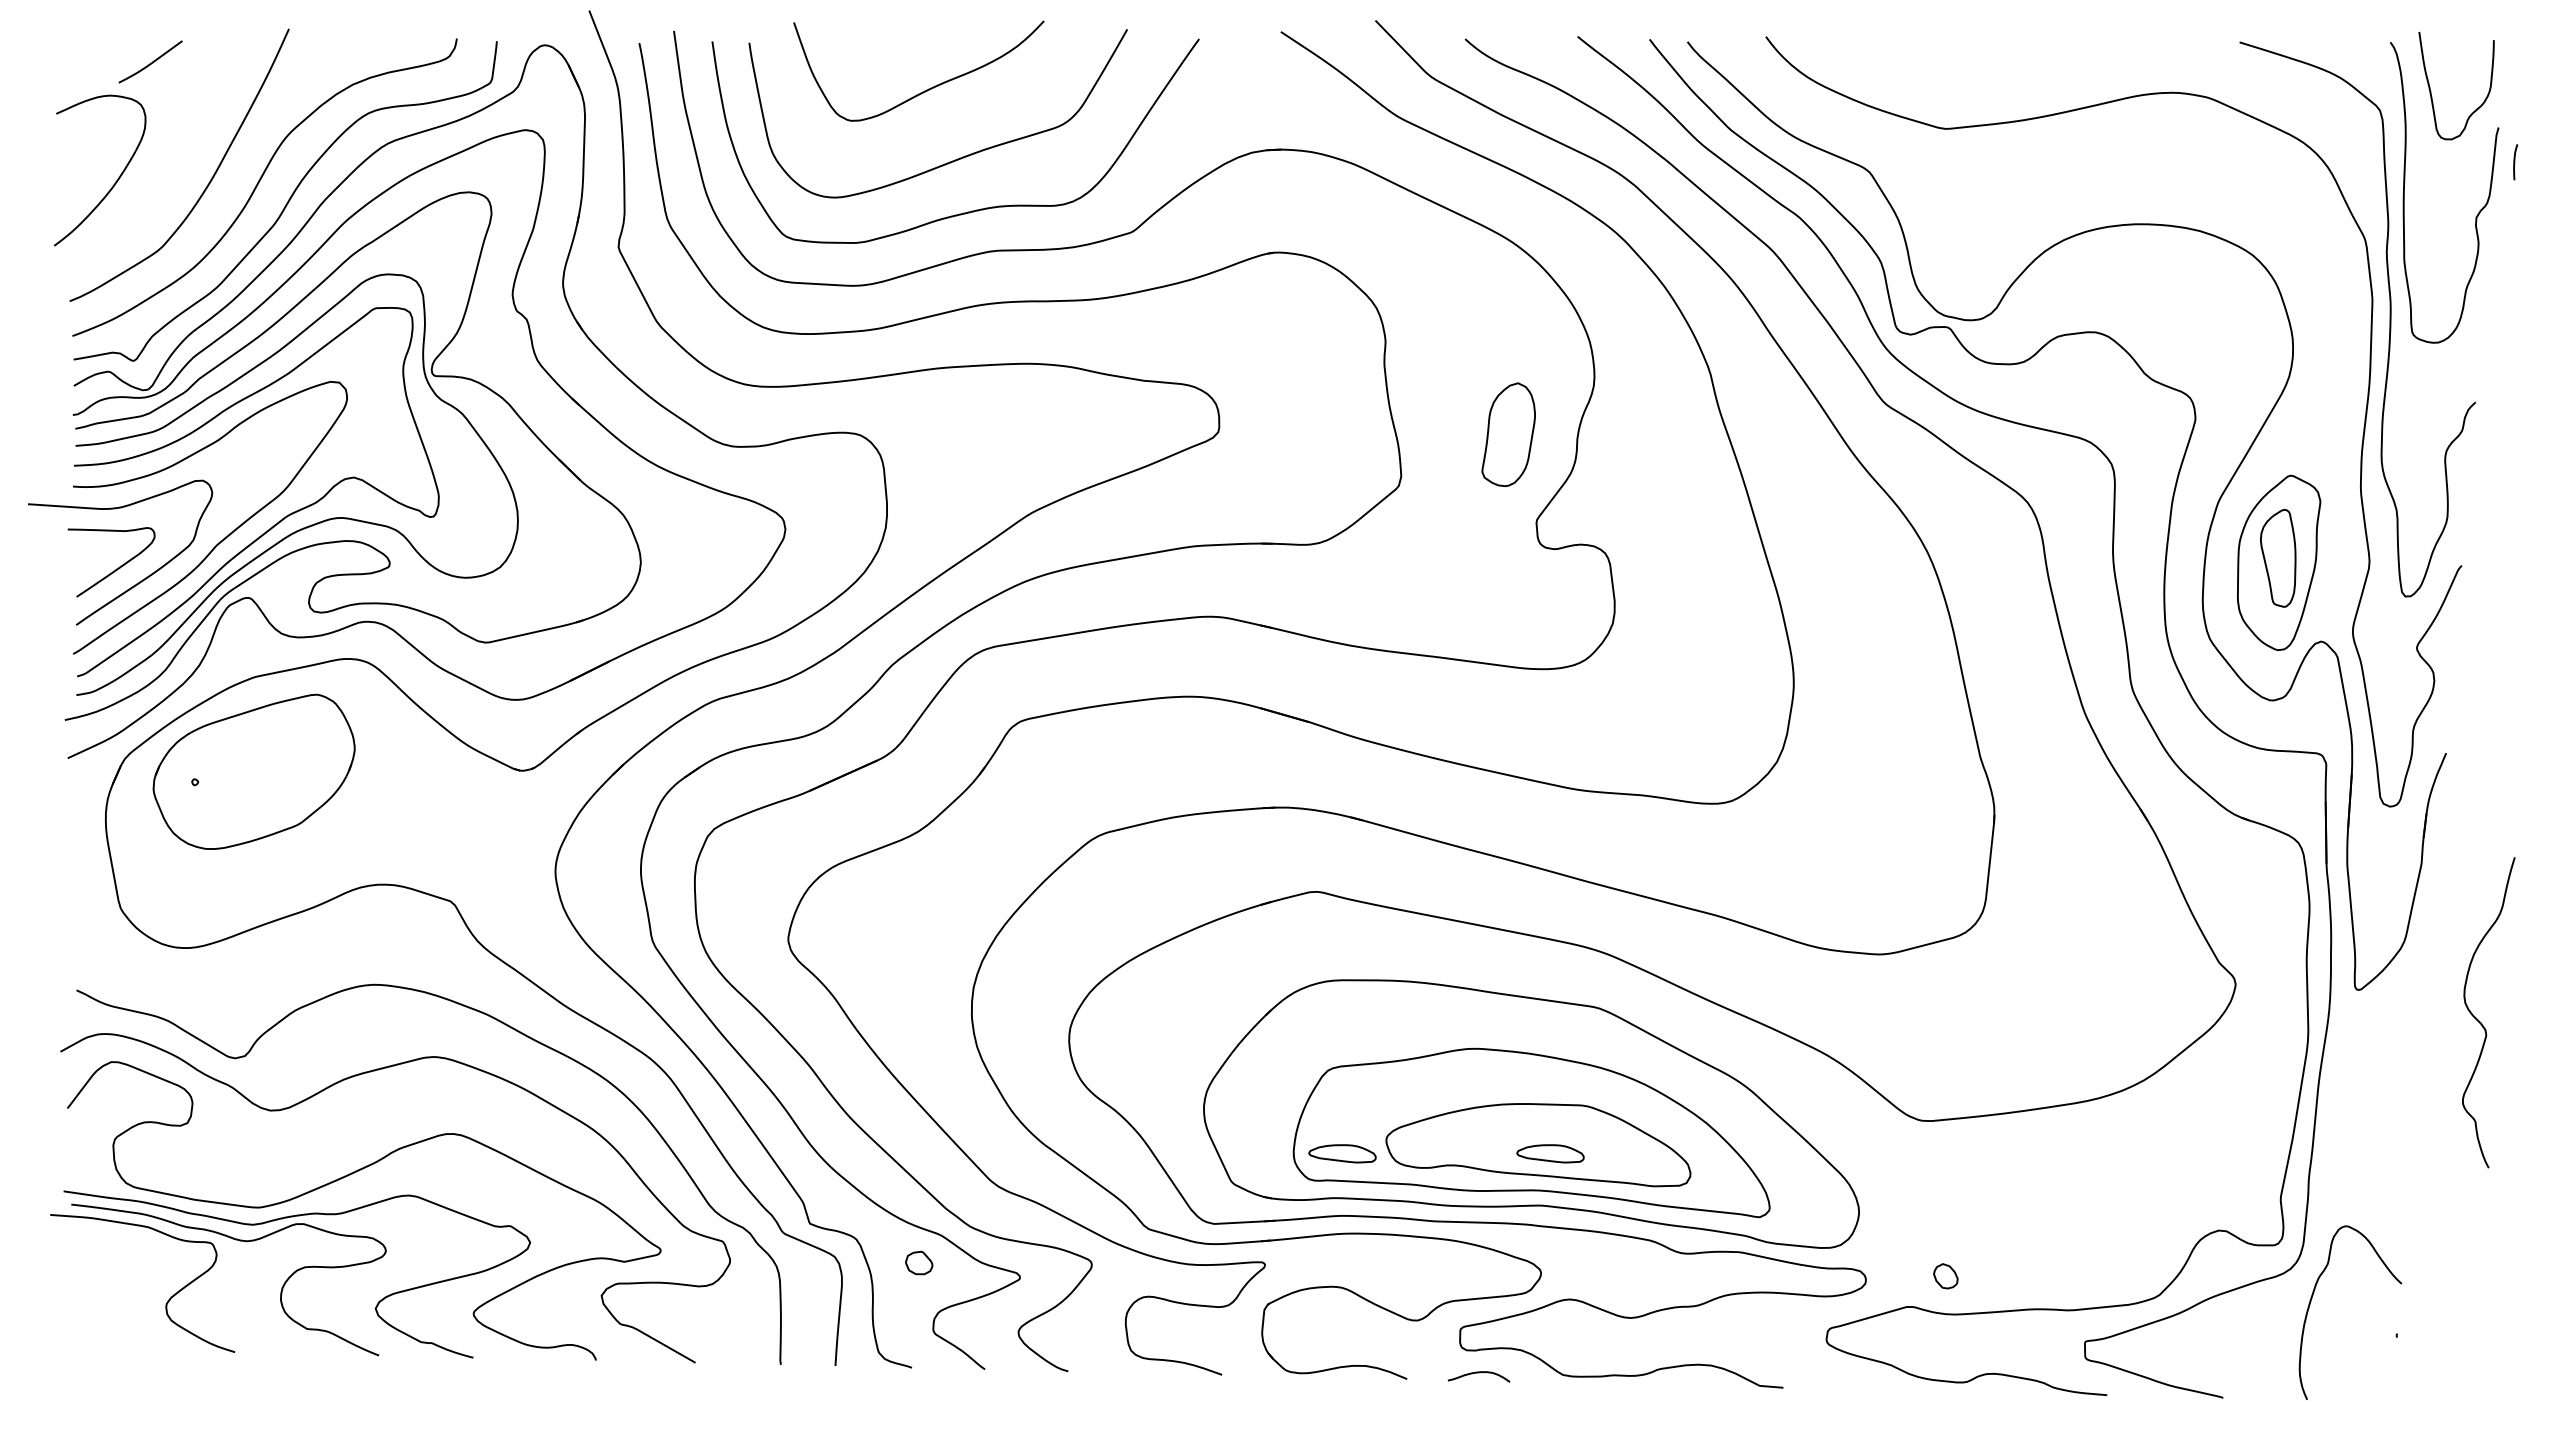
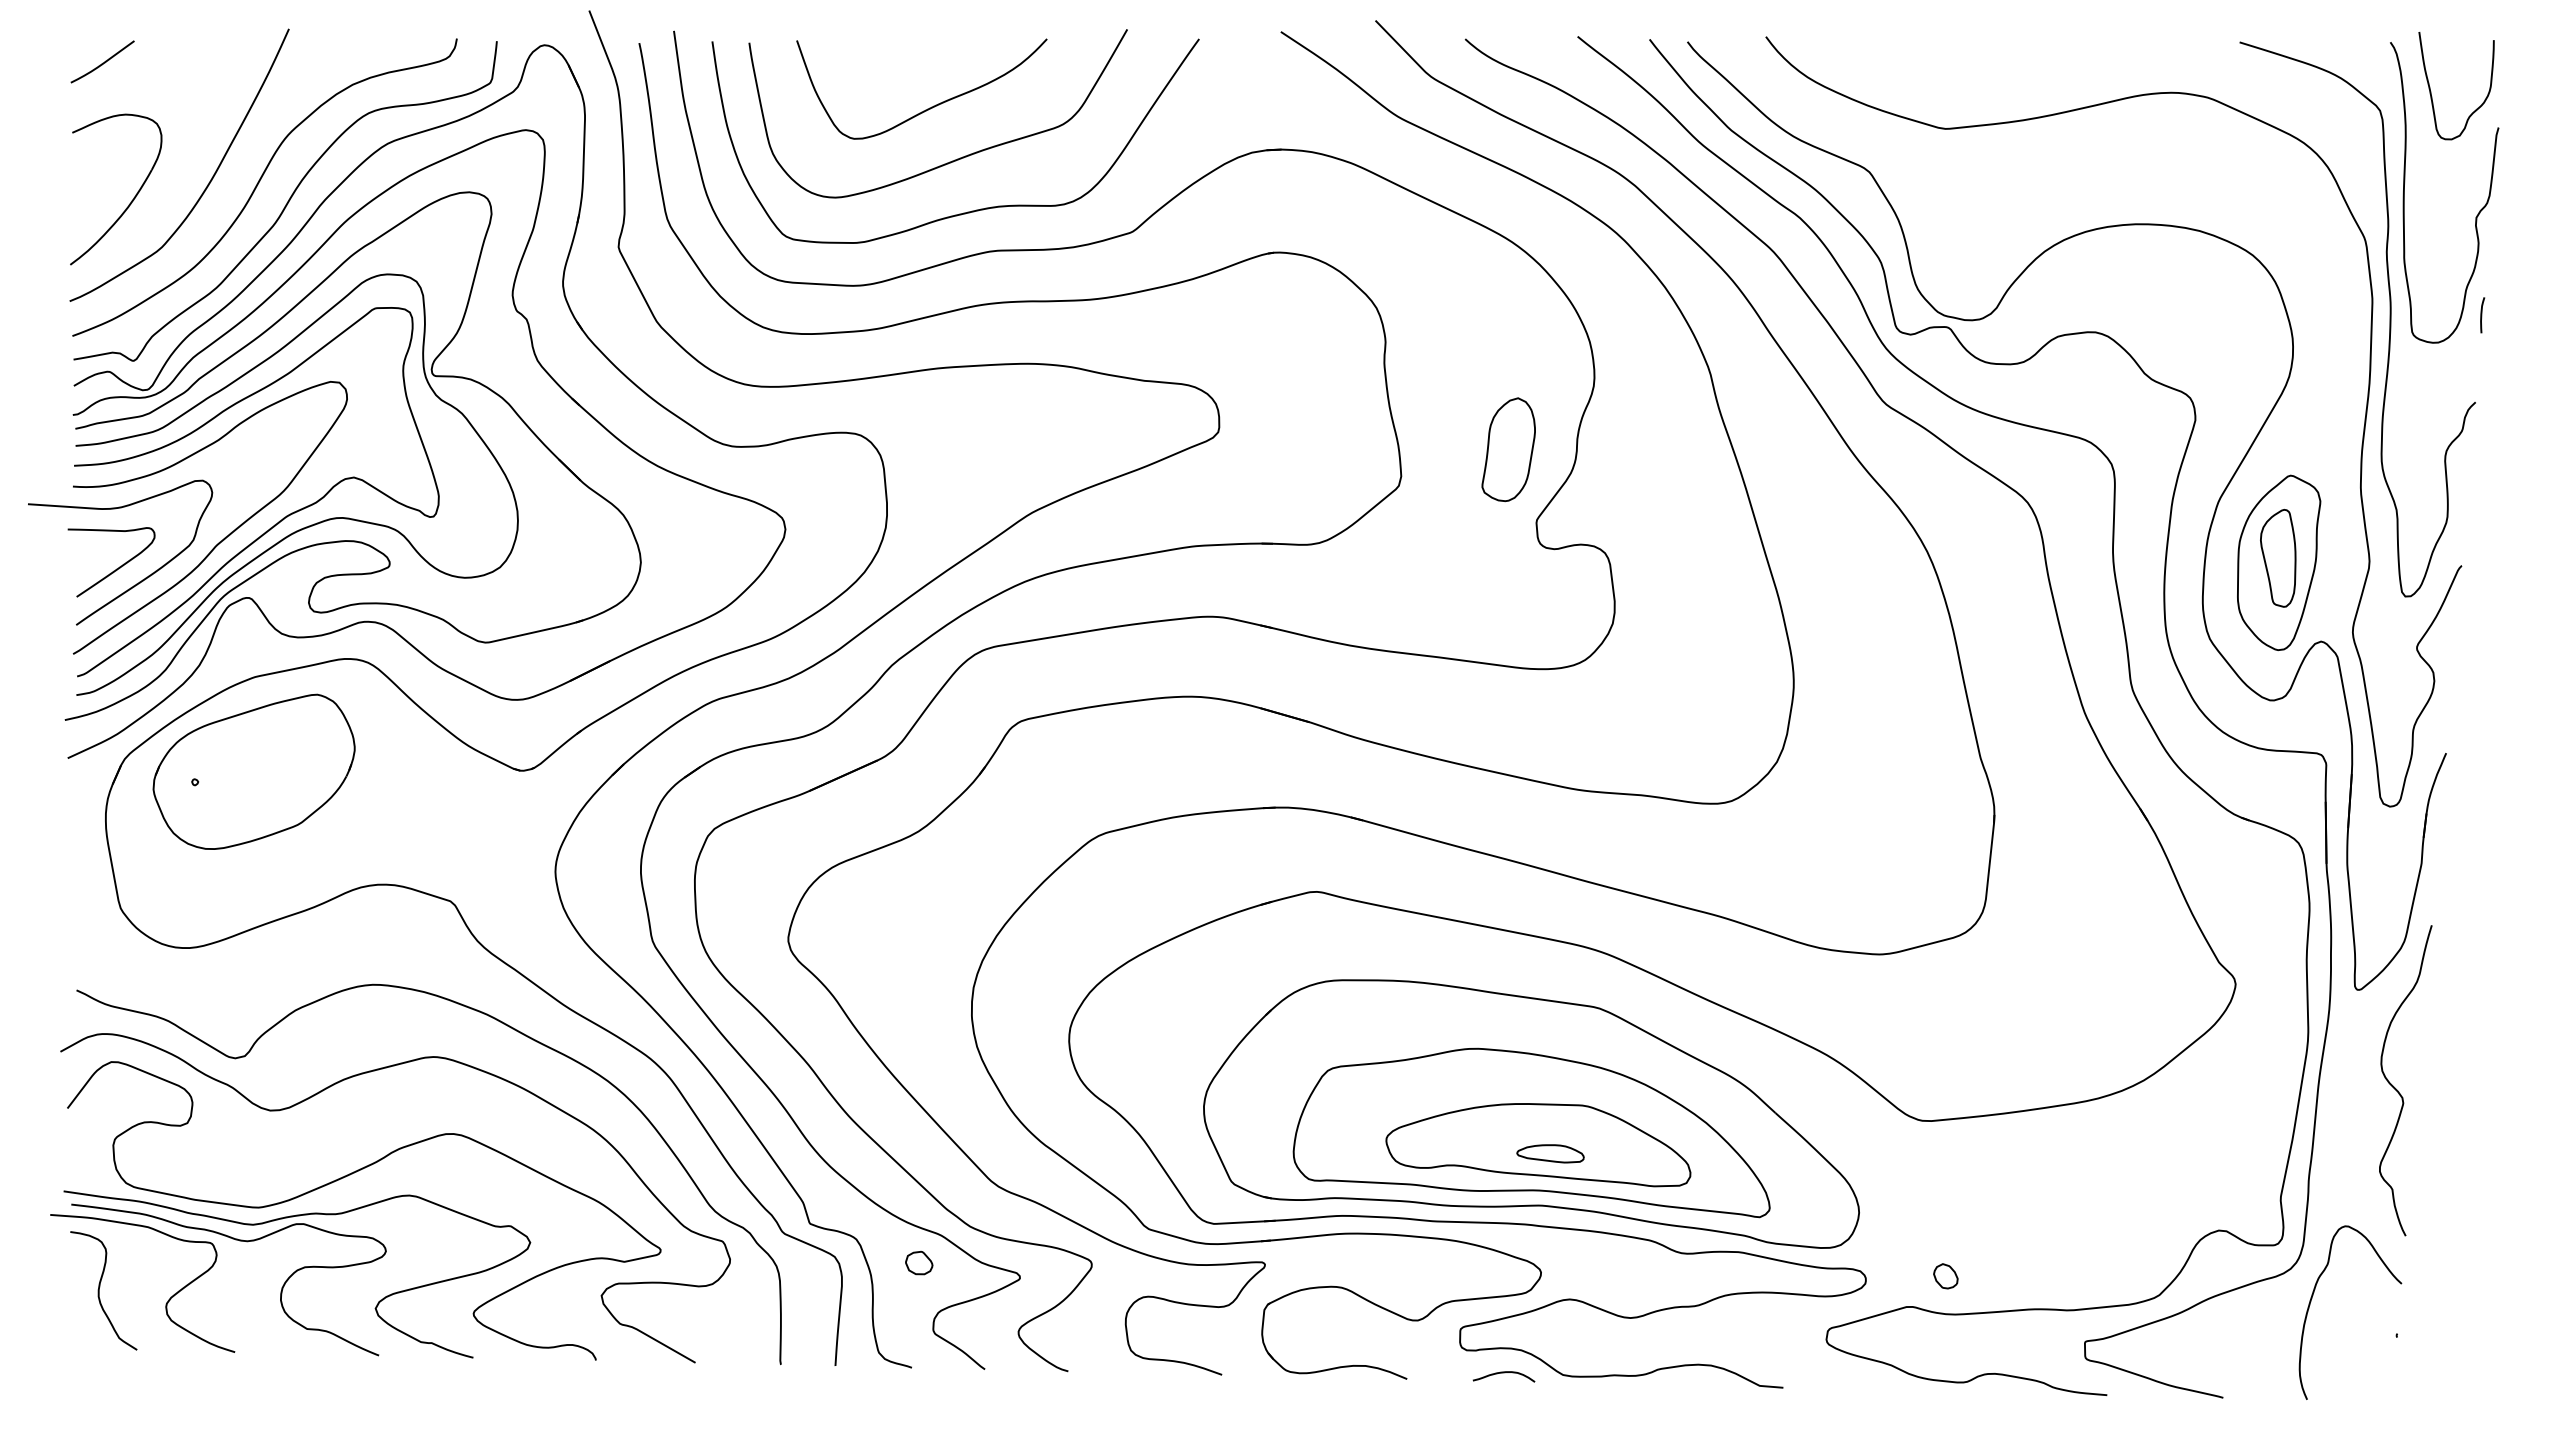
curve at (151, 62) position: (151, 62) -> (103, 62)
curve at (928, 88) position: (928, 88) -> (931, 106)
curve at (2515, 162) position: (2515, 162) -> (2482, 315)
part at (115, 181) position: (115, 181) -> (131, 200)
part at (1508, 434) position: (1508, 434) -> (1508, 449)
curve at (2479, 1020) position: (2479, 1020) -> (2396, 1088)
part at (1342, 1153): present -> none
curve at (99, 1290): none -> present
curve at (1478, 1373) position: (1478, 1373) -> (1503, 1373)
